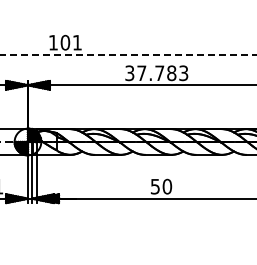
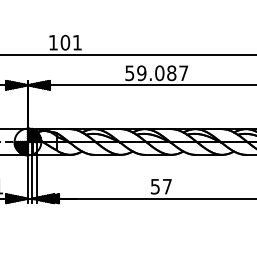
line at (128, 54): dashed -> solid
text at (156, 73): 37.783 -> 59.087
text at (167, 186): 50 -> 57
